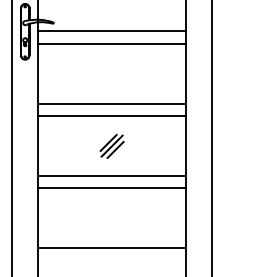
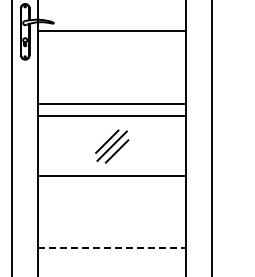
line at (111, 43): present -> none
part at (111, 145) size: 26x26 px -> 35x35 px
line at (111, 188): present -> none
line at (112, 248): solid -> dashed
